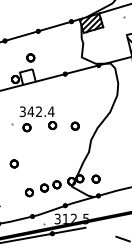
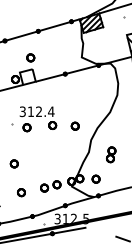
text at (30, 111): 342.4 -> 312.4
part at (111, 154): none -> present
part at (29, 192) position: (29, 192) -> (21, 192)
